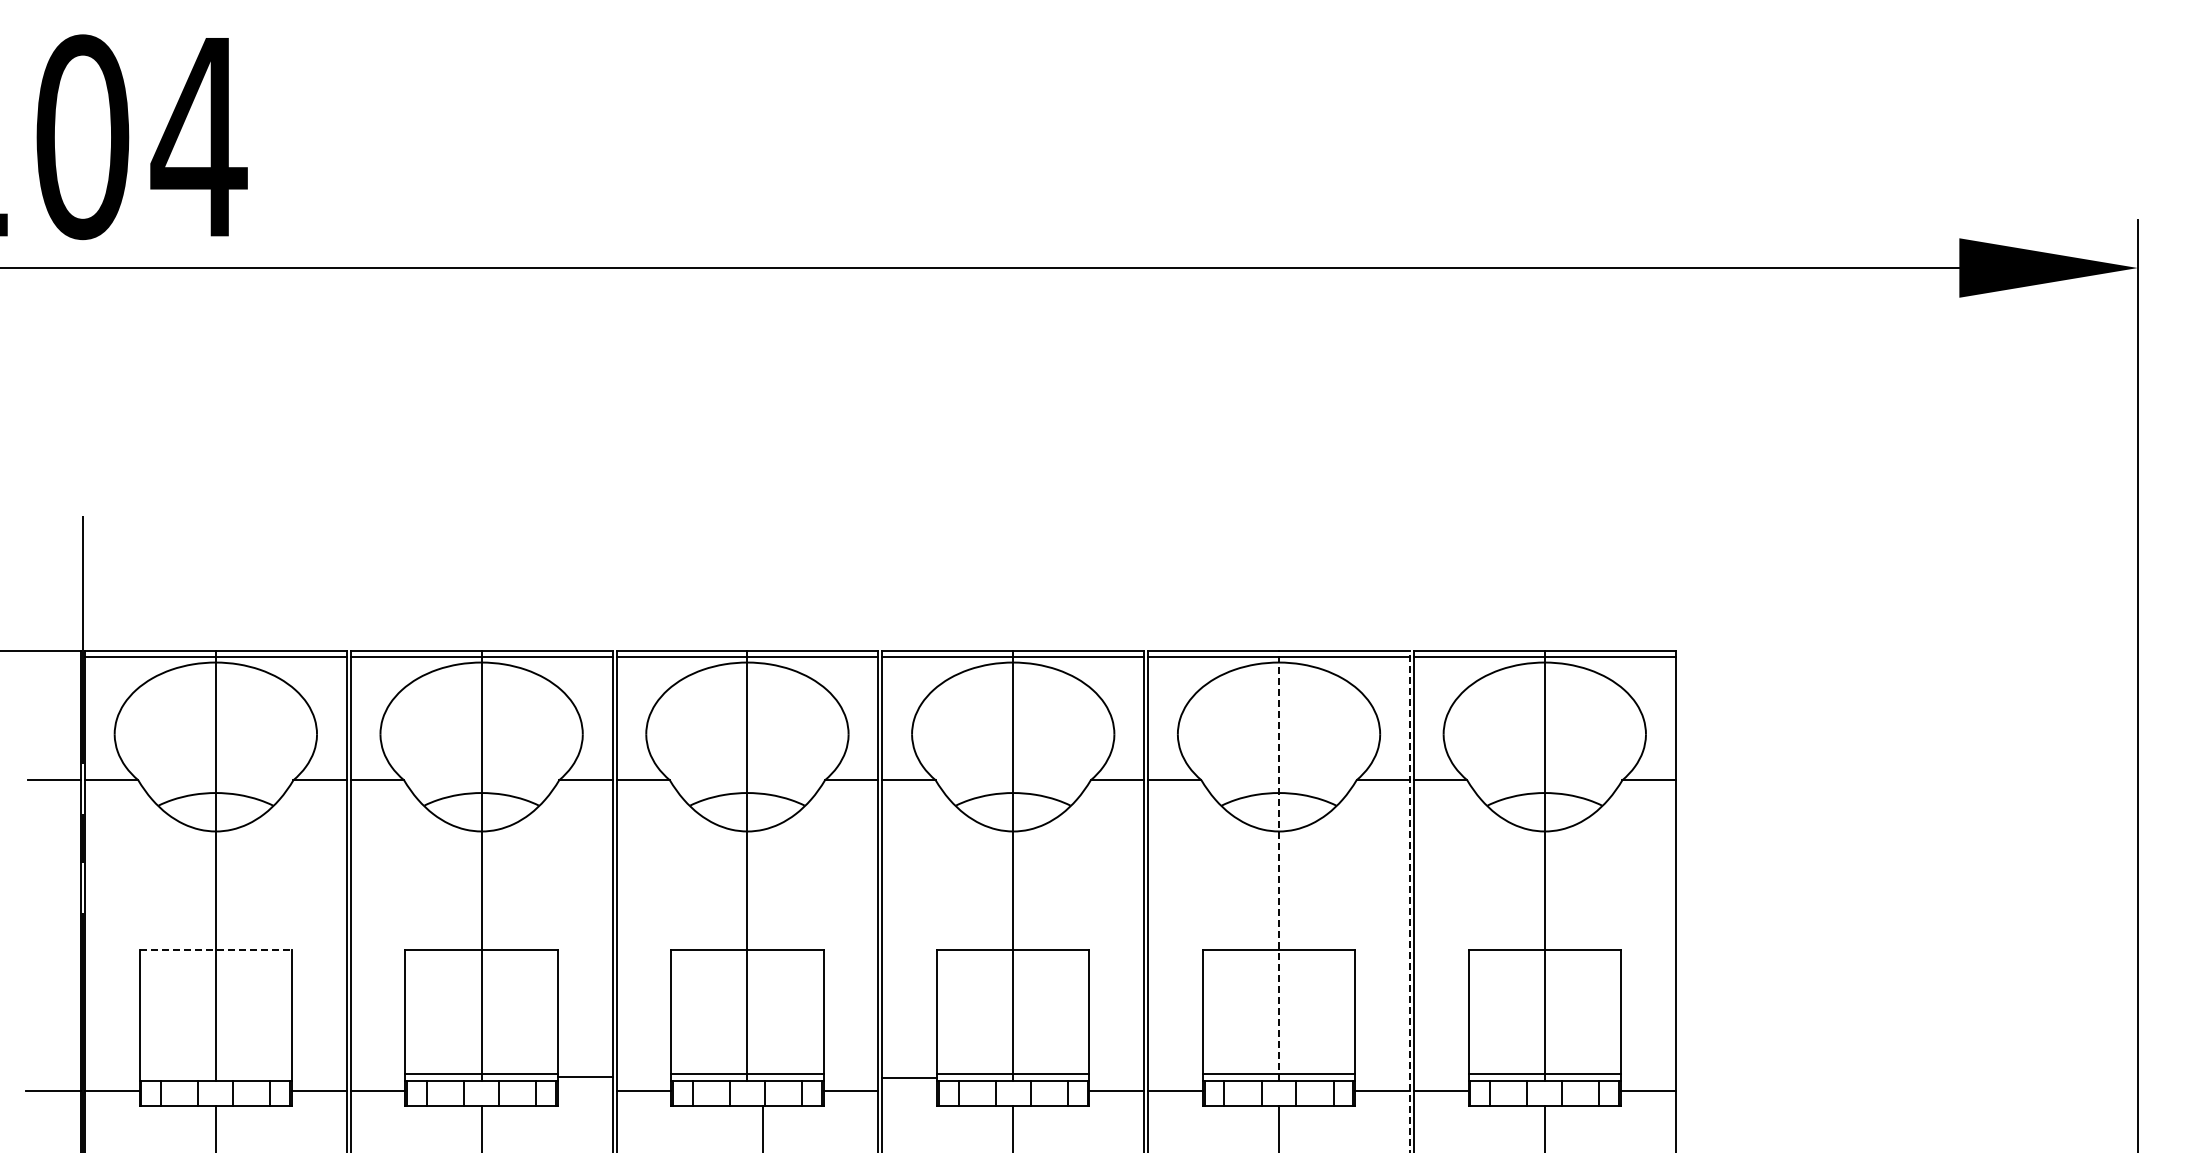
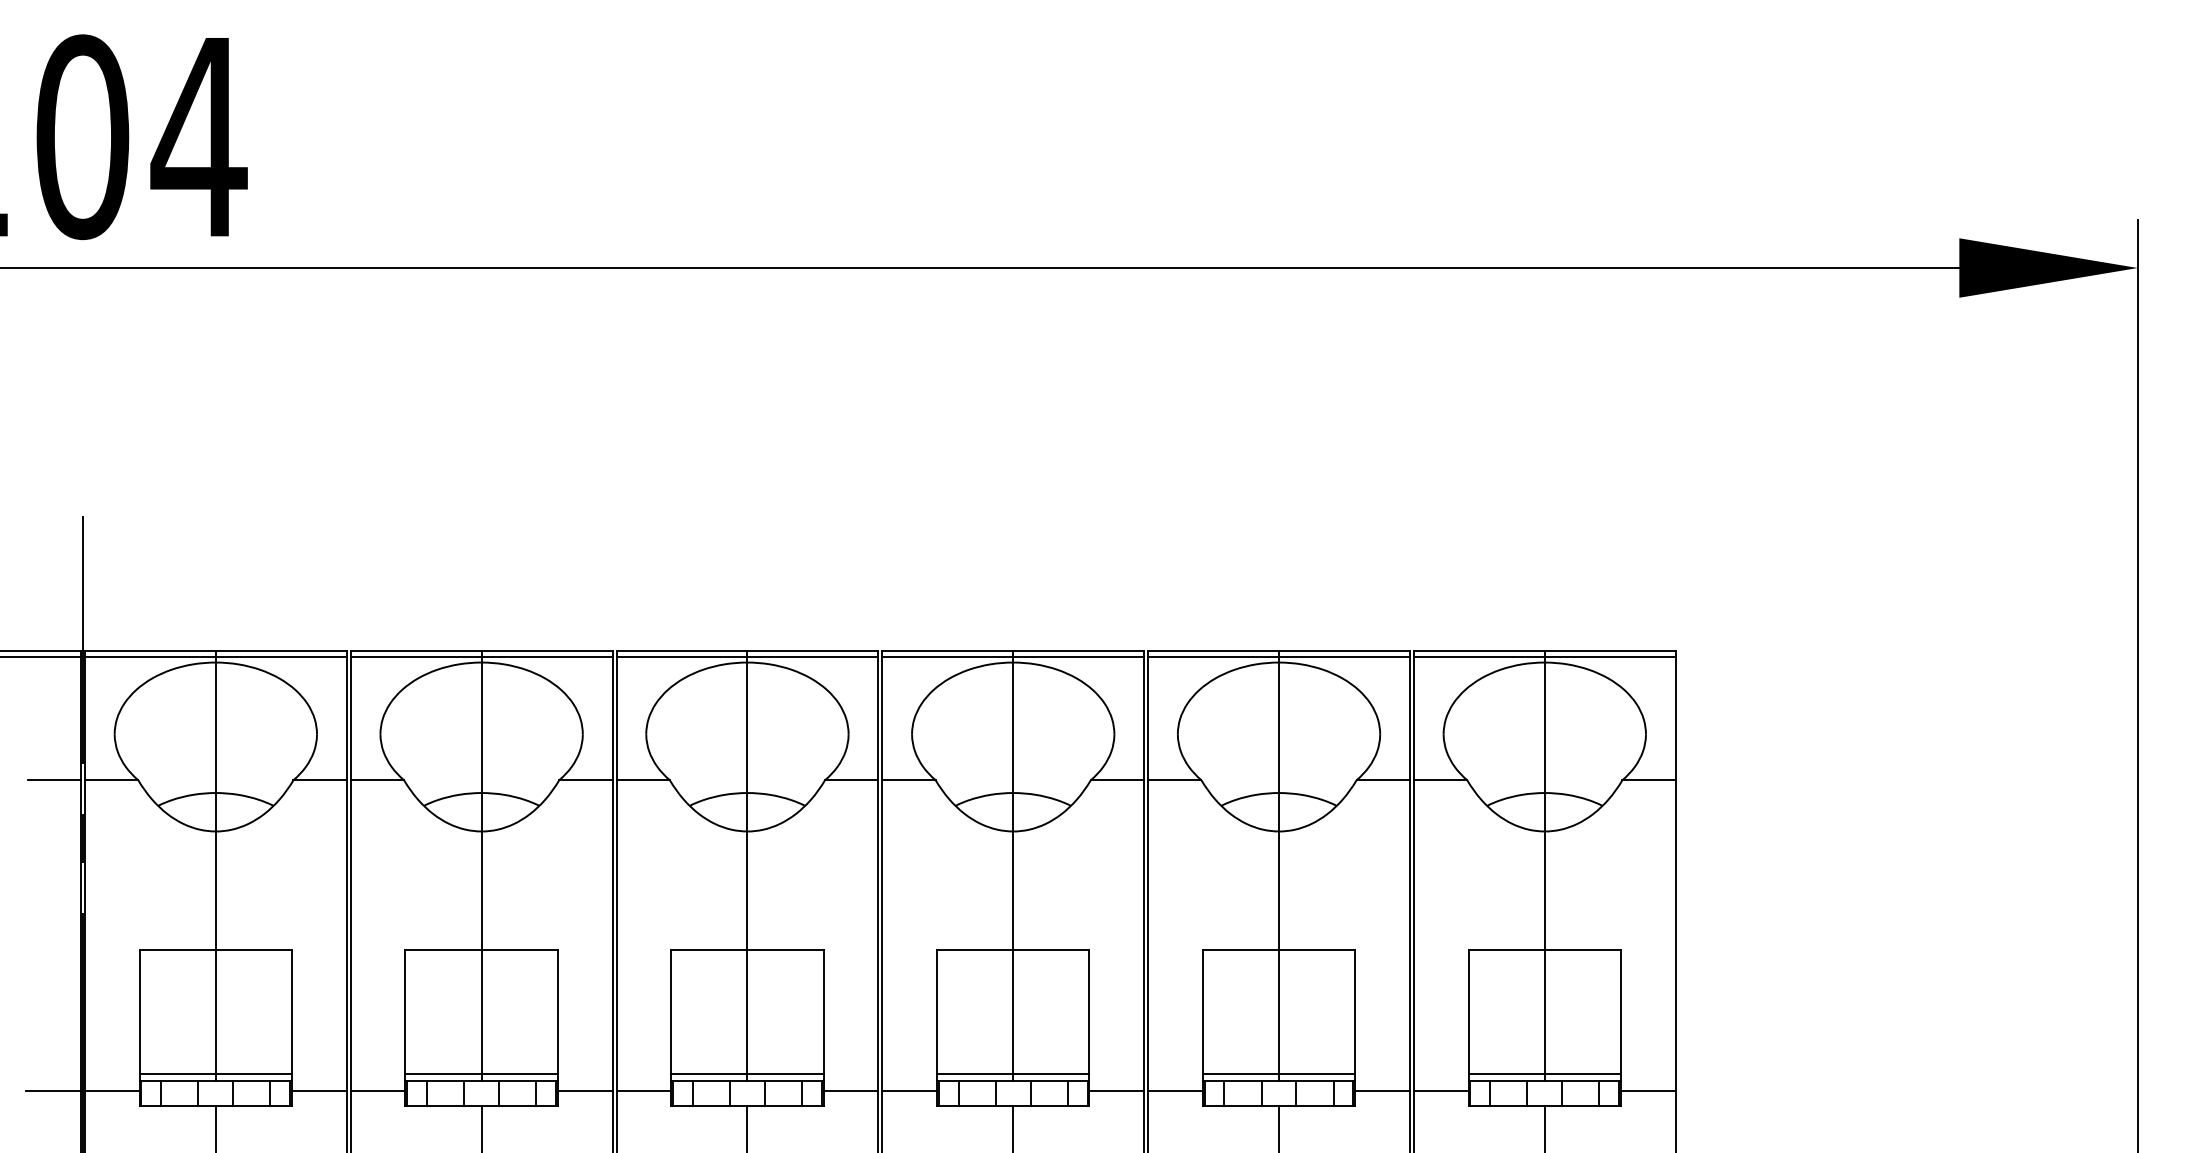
line at (41, 656): none -> present
line at (1279, 865): dashed -> solid
line at (1409, 901): dashed -> solid
line at (216, 949): dashed -> solid
line at (215, 1074): none -> present
line at (584, 1077) position: (584, 1077) -> (584, 1091)
line at (909, 1078) position: (909, 1078) -> (909, 1091)
line at (763, 1127) position: (763, 1127) -> (747, 1127)
